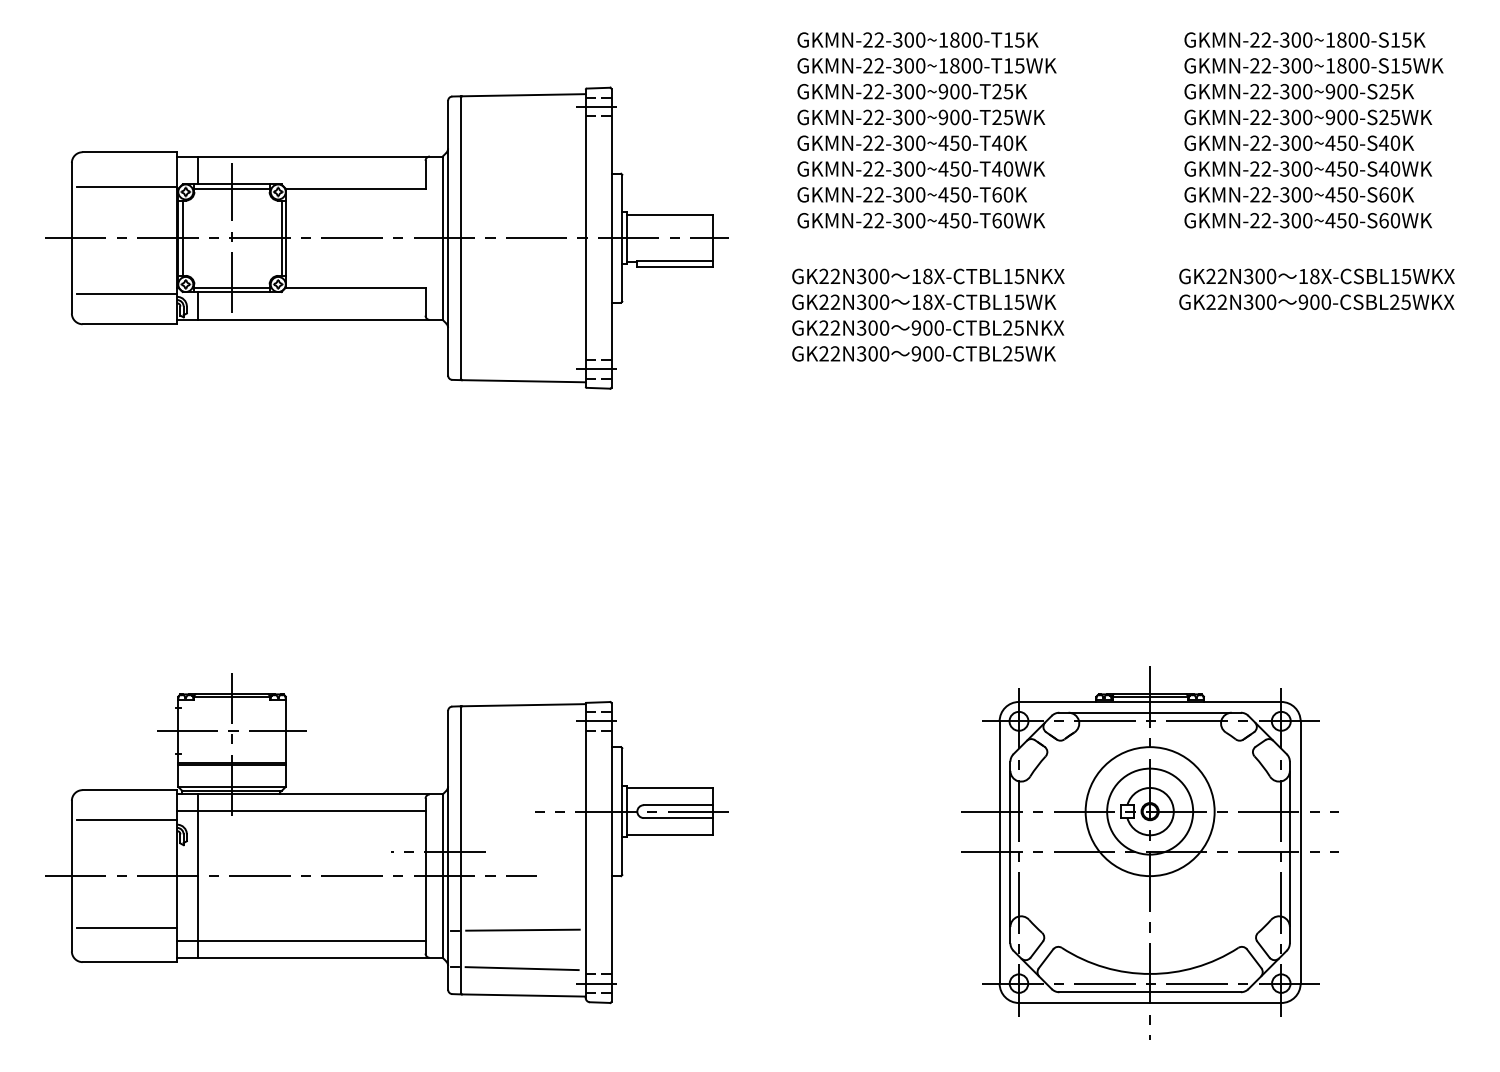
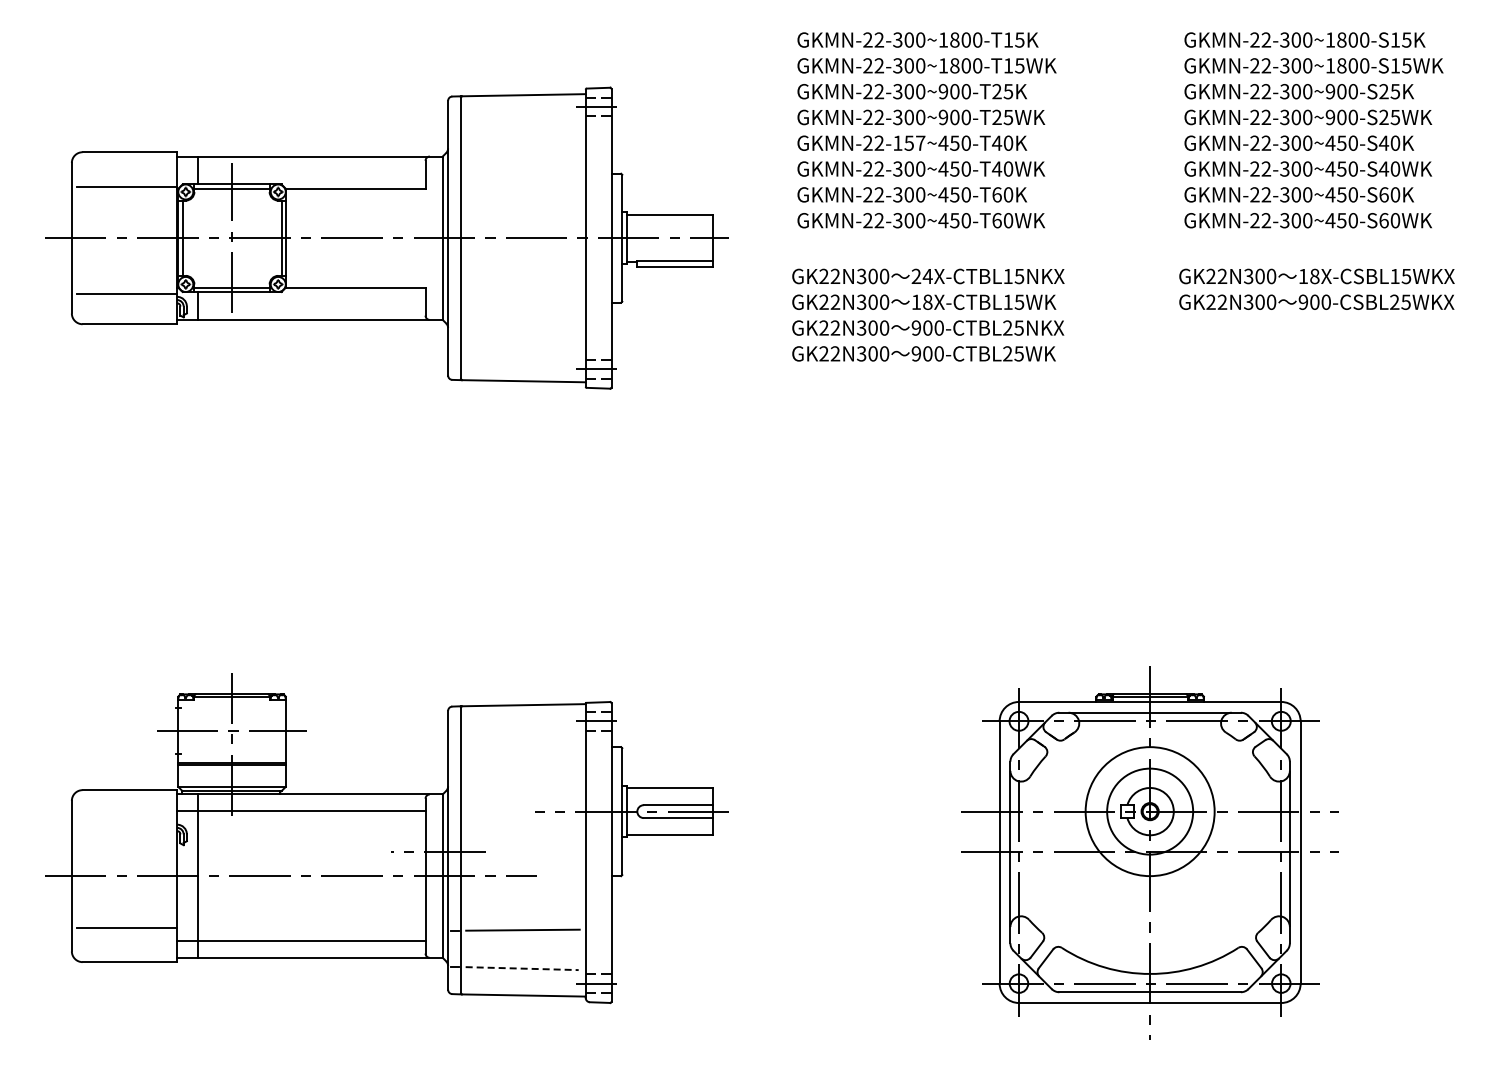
text at (909, 142): GKMN-22-300~450-T40K -> GKMN-22-157~450-T40K
text at (921, 276): 18X-CTBL15NKX -> 24X-CTBL15NKX
line at (126, 820): present -> none
line at (522, 968): solid -> dashed
